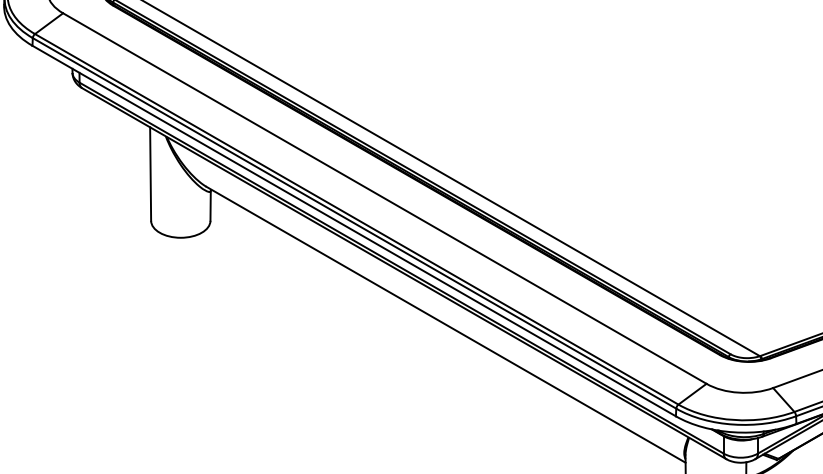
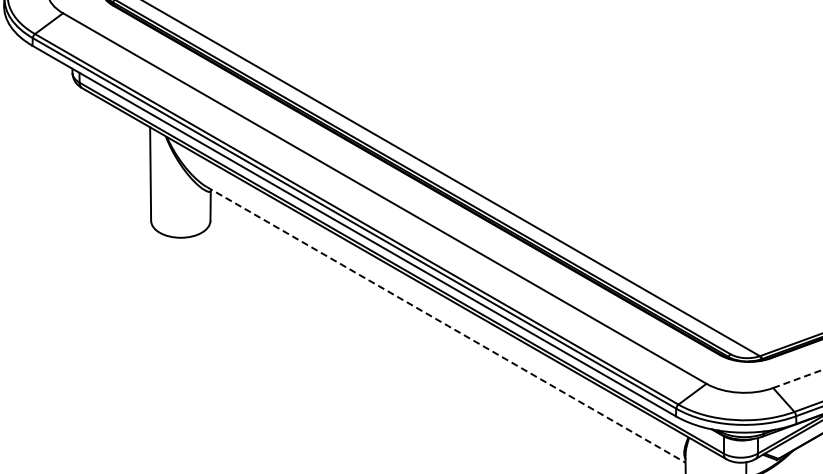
line at (446, 325): solid -> dashed
line at (798, 378): solid -> dashed
